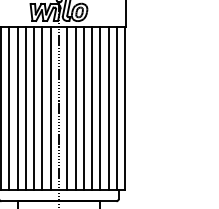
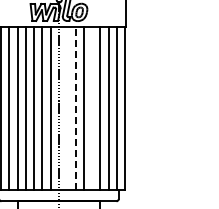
line at (67, 108): present -> none
line at (75, 108): solid -> dashed
line at (92, 108): present -> none
